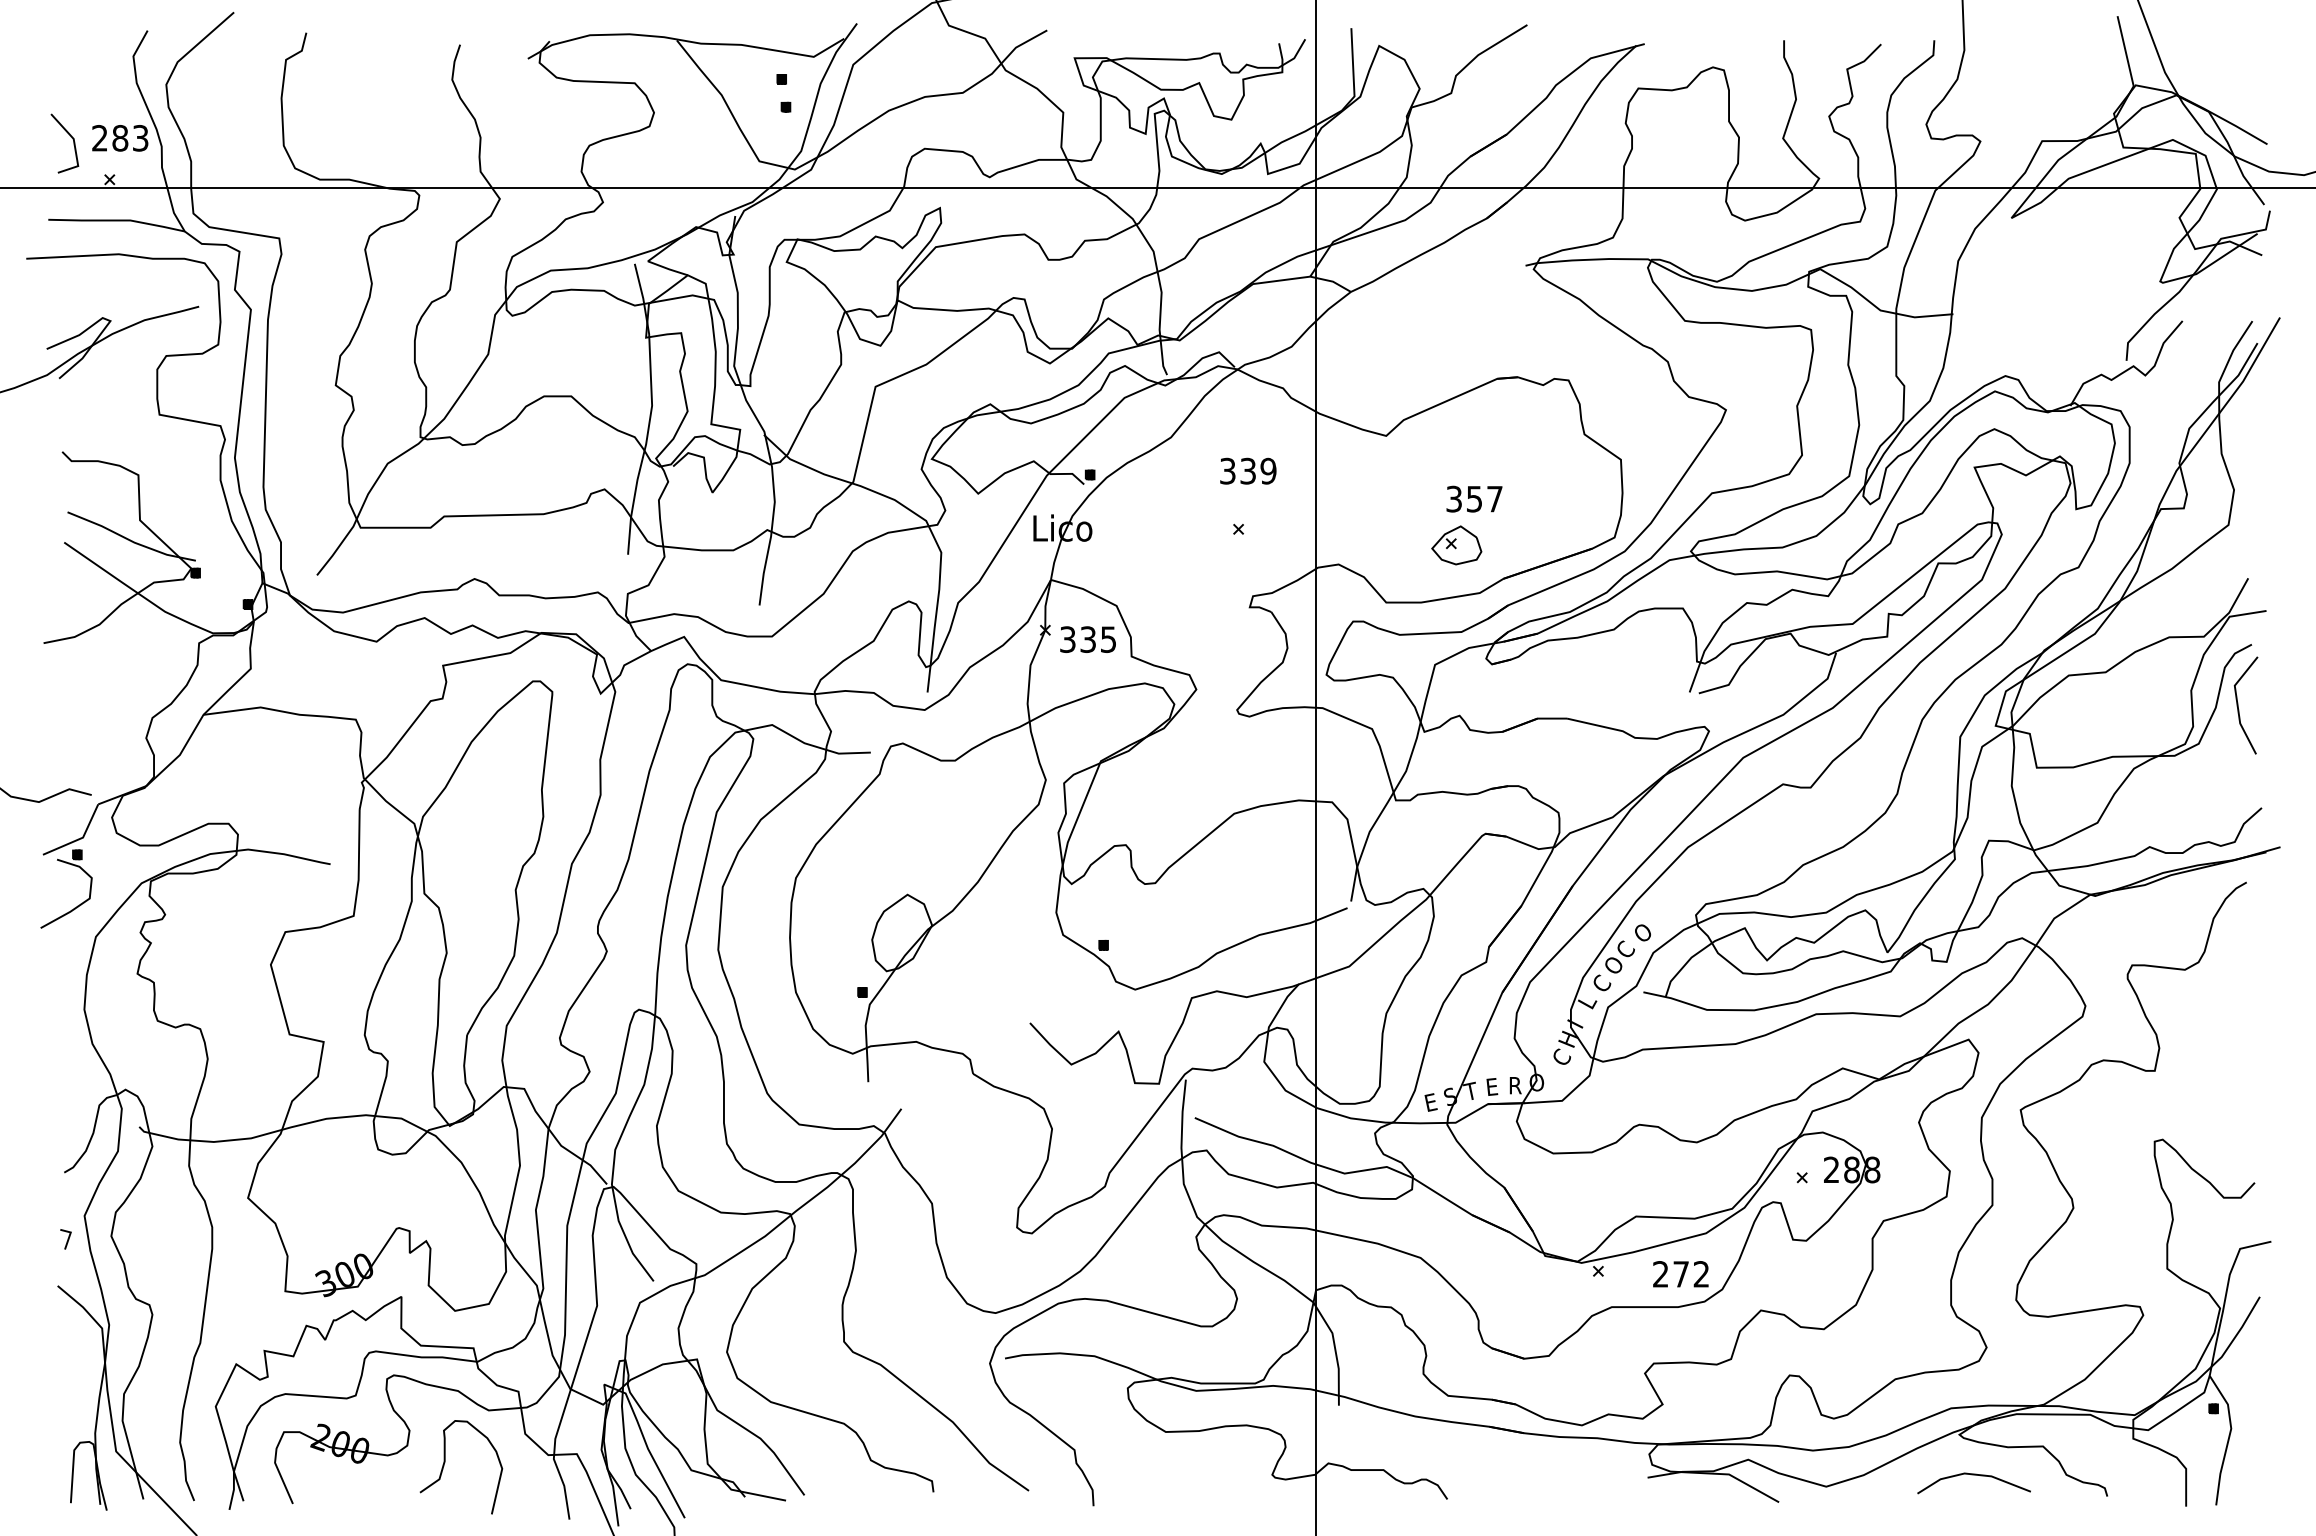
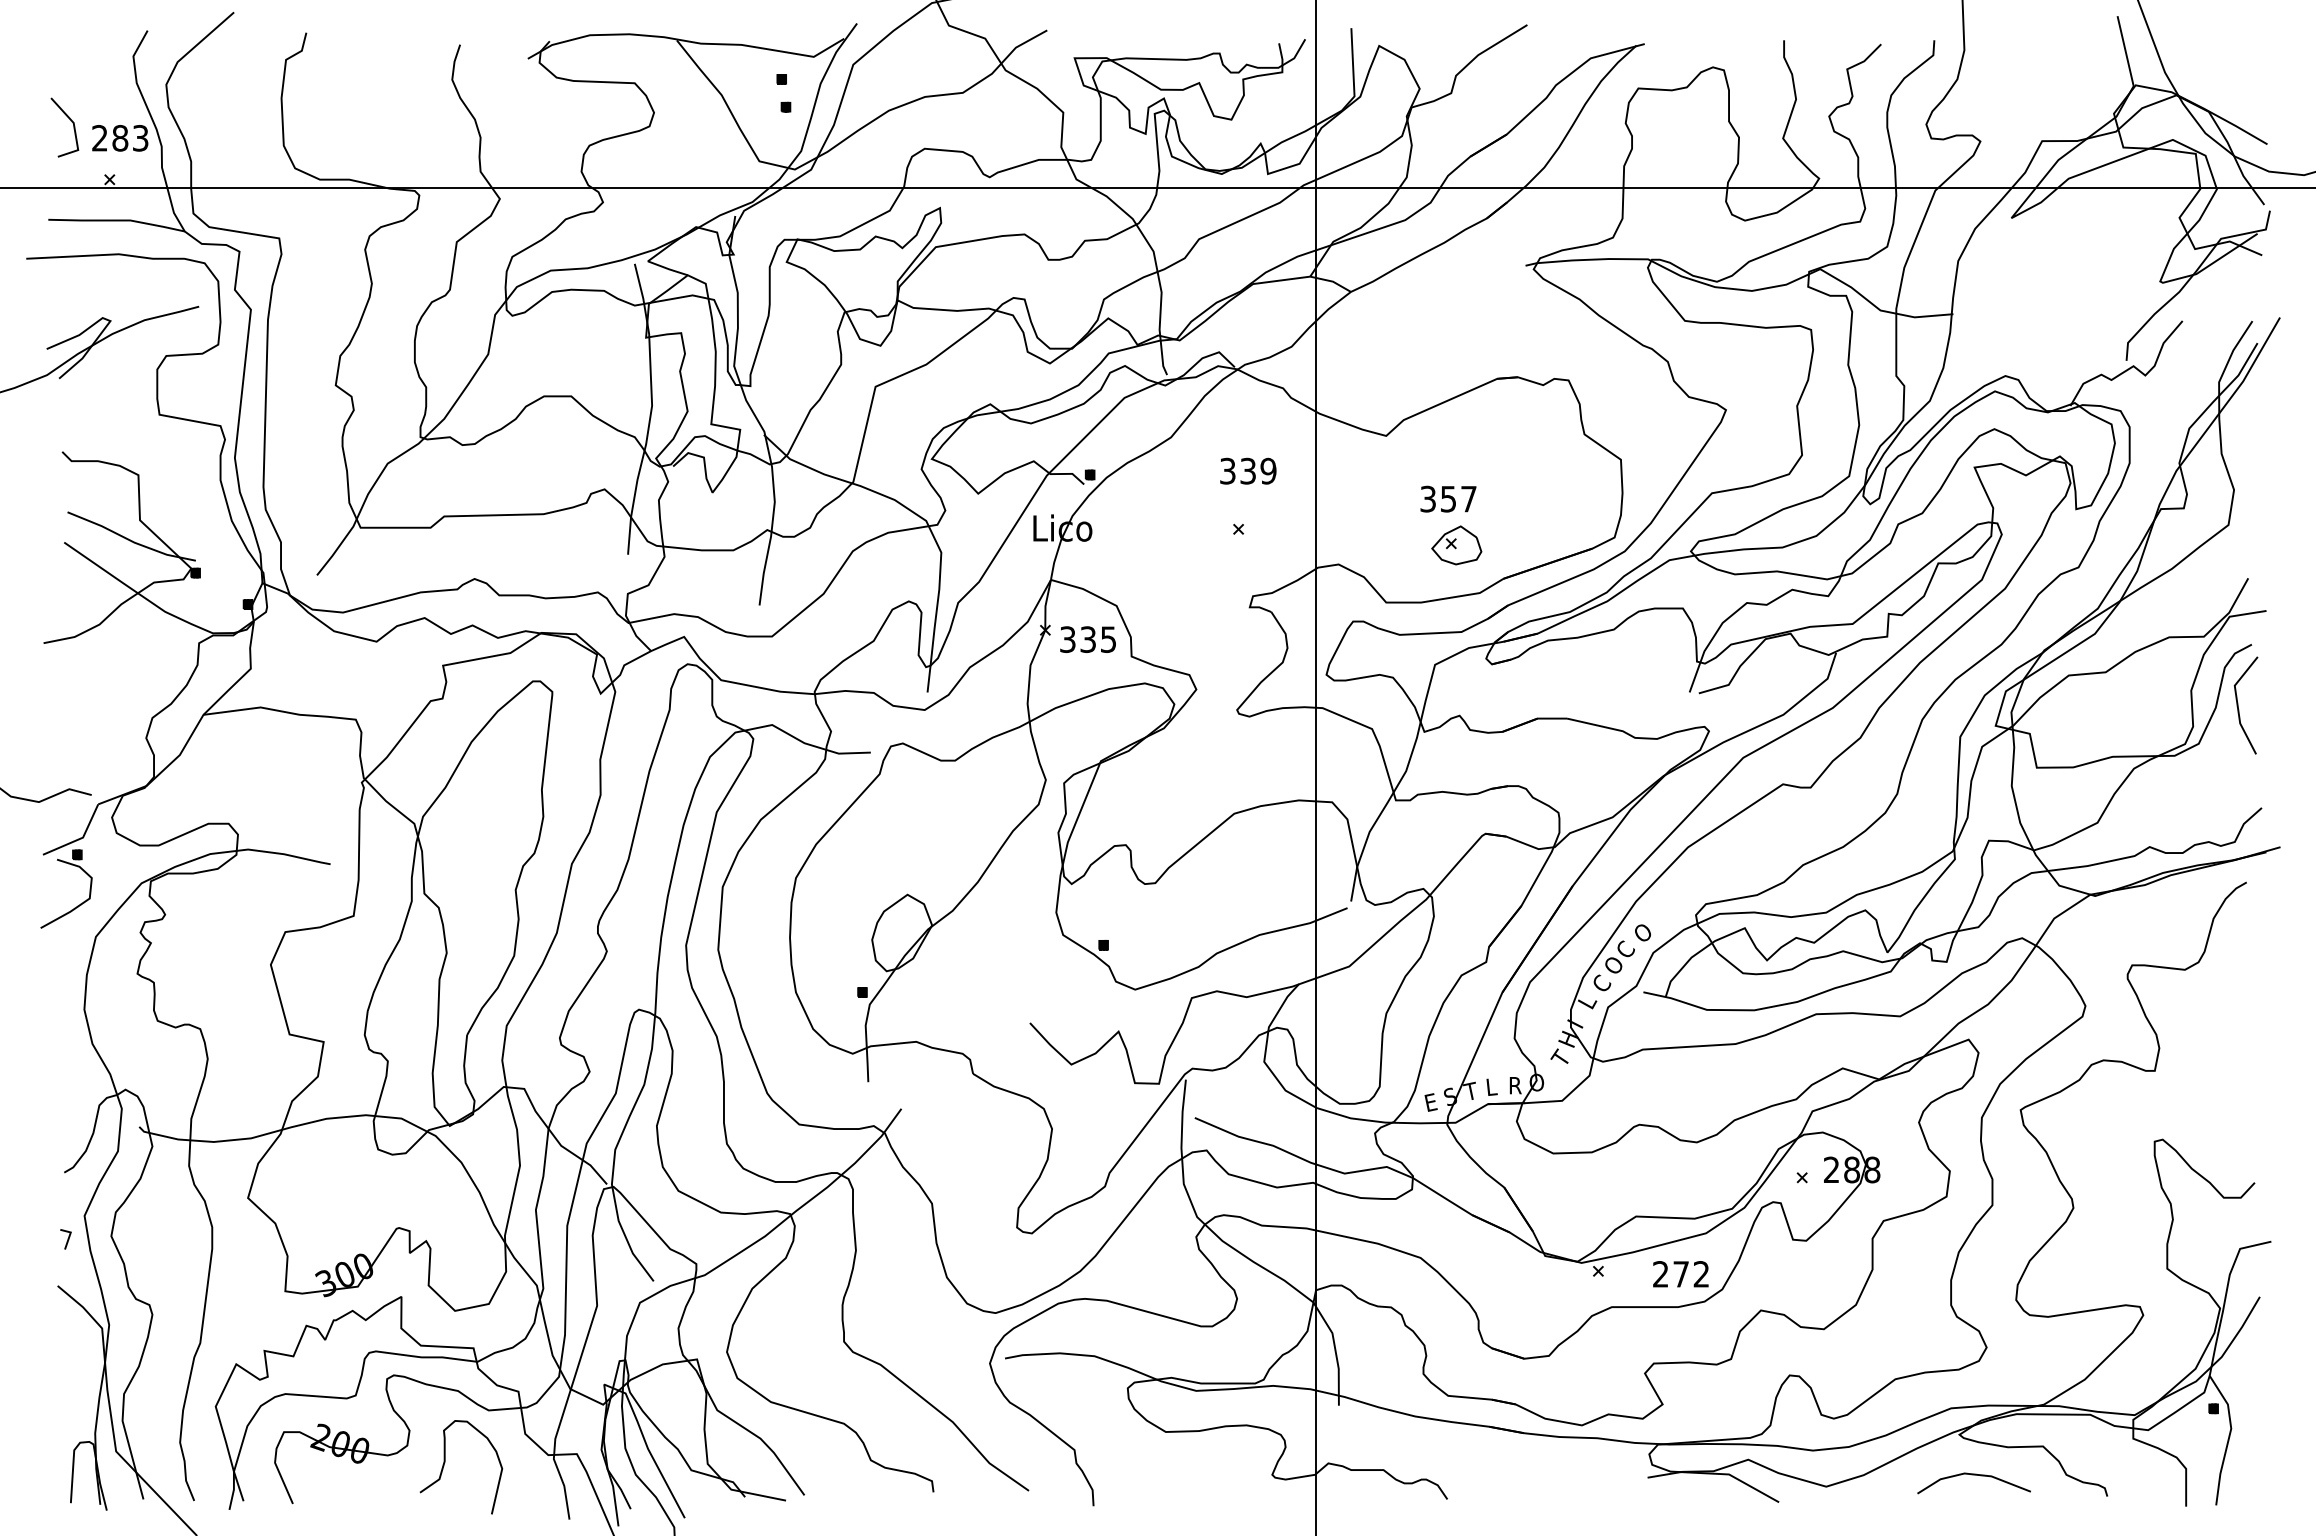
line at (71, 138) position: (71, 138) -> (71, 122)
text at (1474, 498) position: (1474, 498) -> (1448, 498)
text at (1560, 1056): C -> T
text at (1493, 1086): E -> L
